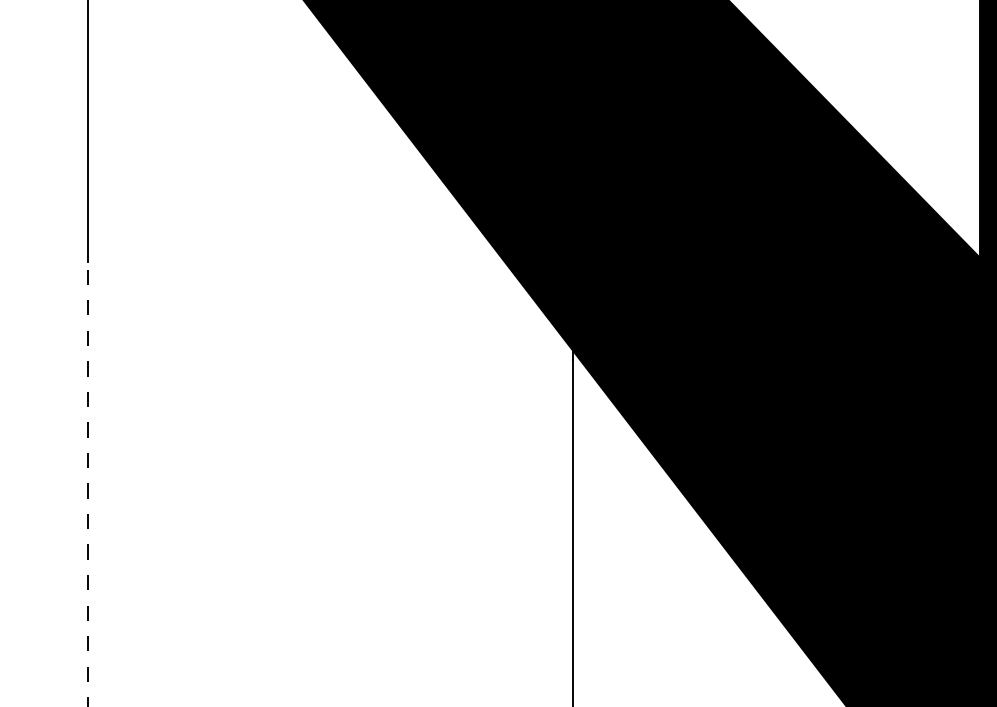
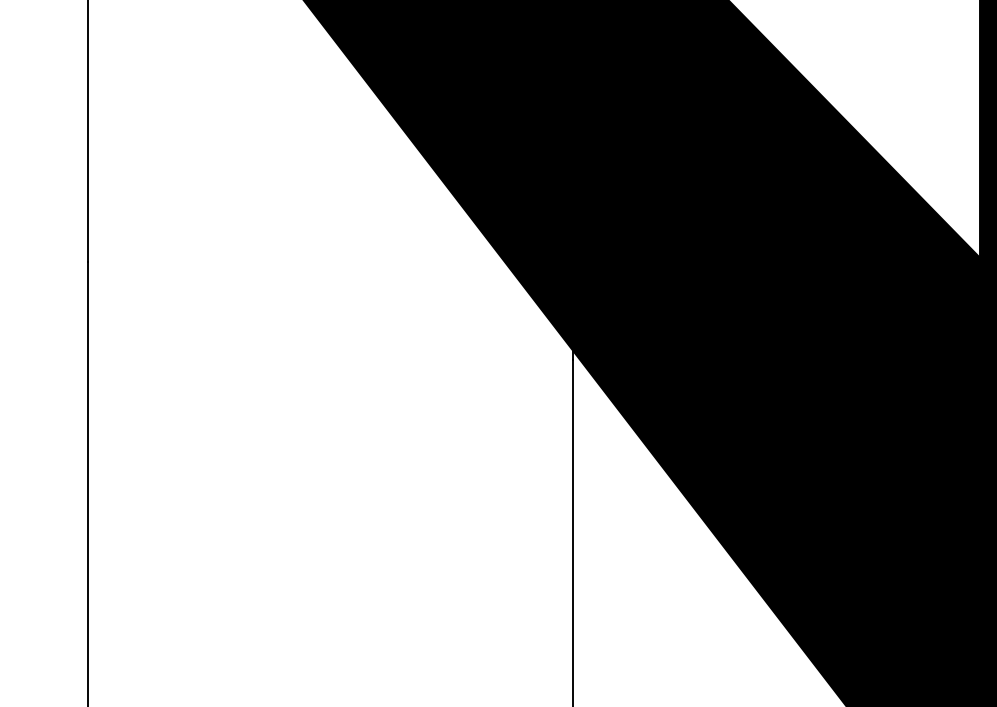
line at (88, 484): dashed -> solid
